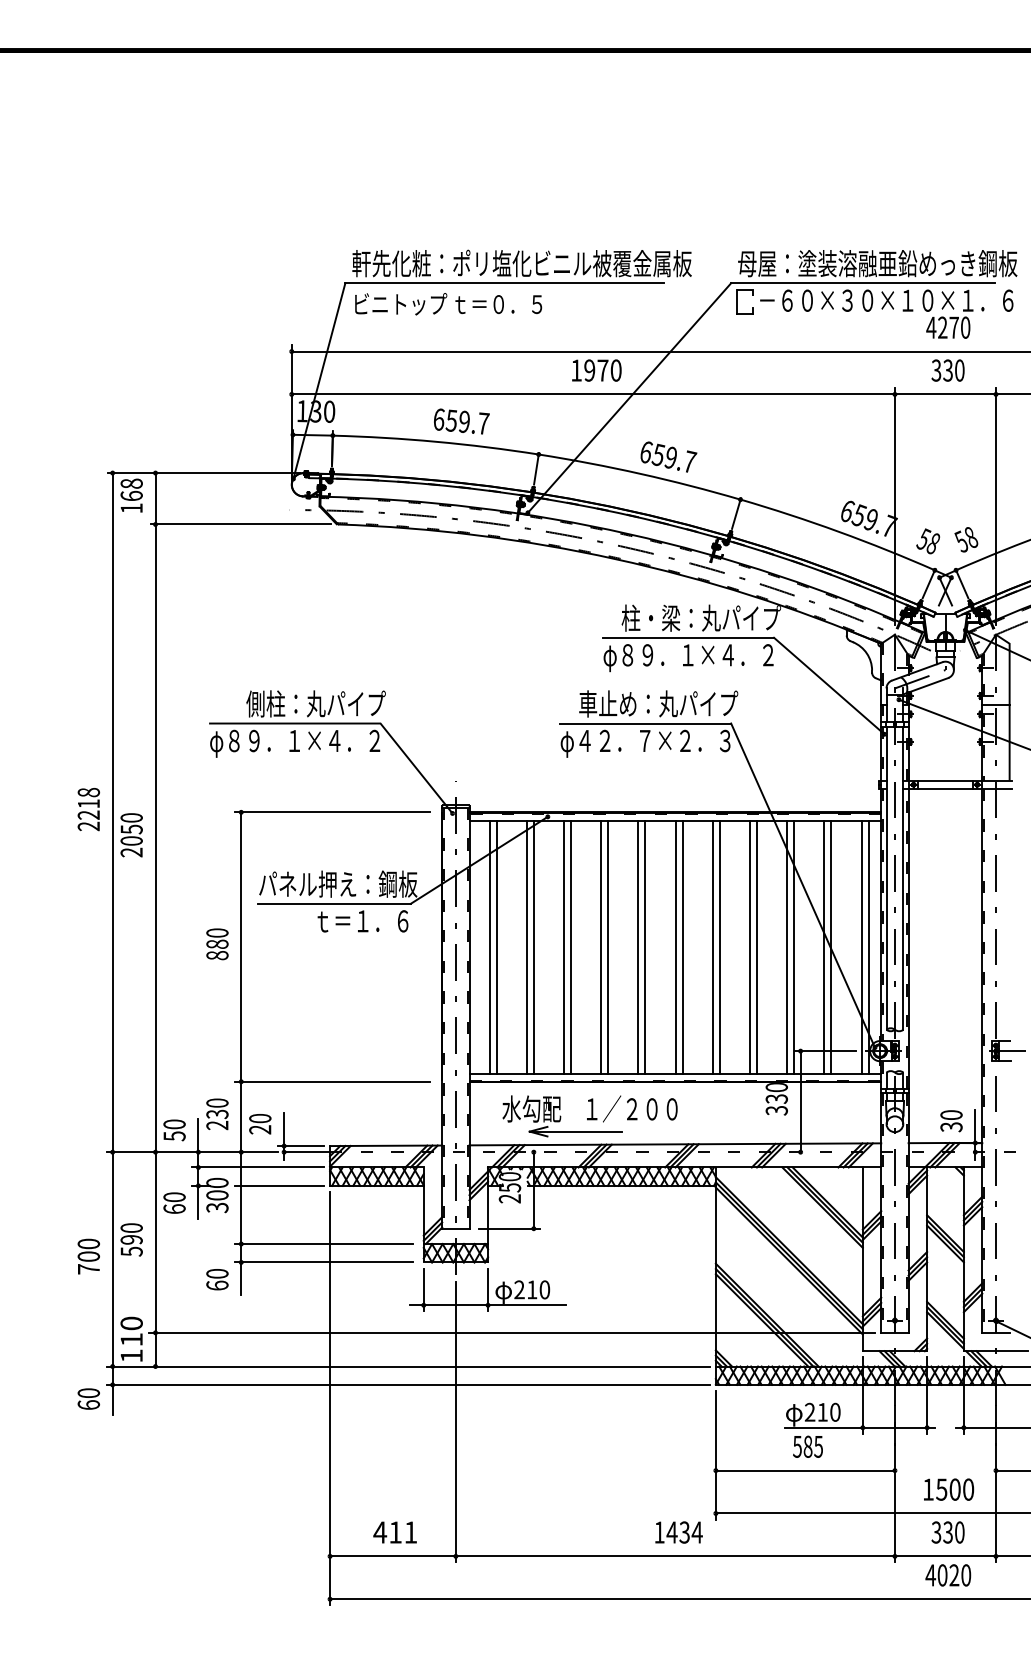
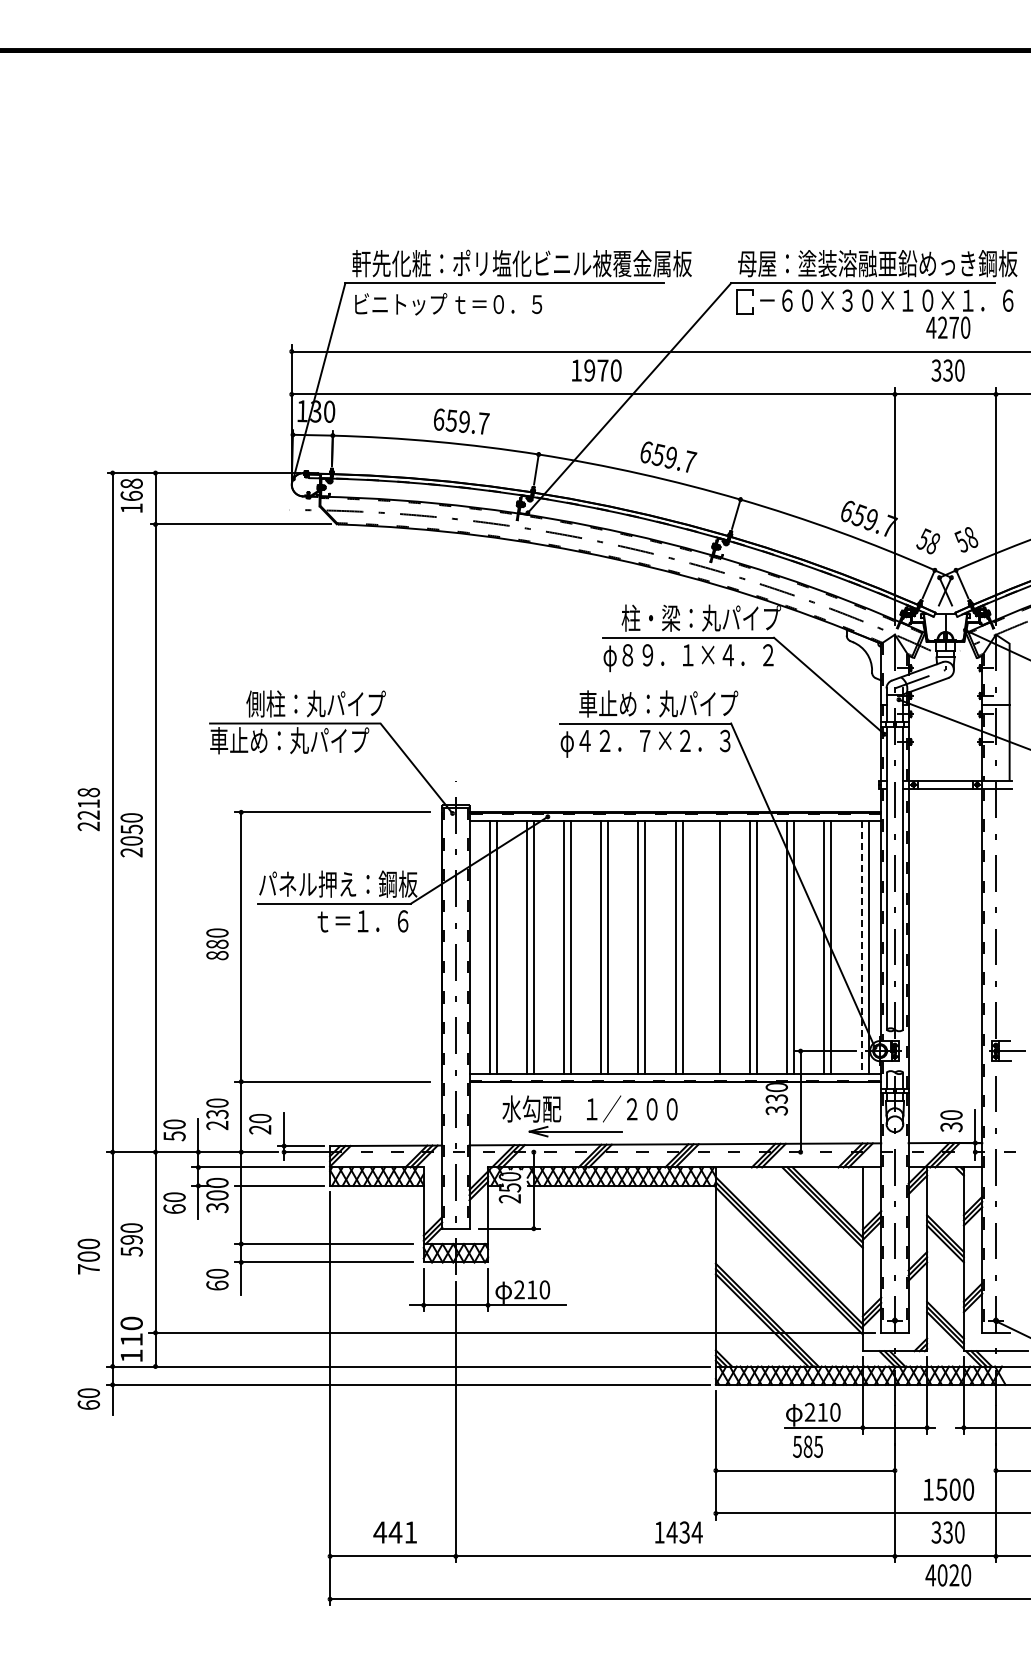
text at (295, 742): φ８９．１×４．２ -> 車止め：丸パイプ
line at (712, 946): present -> none
line at (861, 947): solid -> dashed
text at (395, 1532): 411 -> 441
